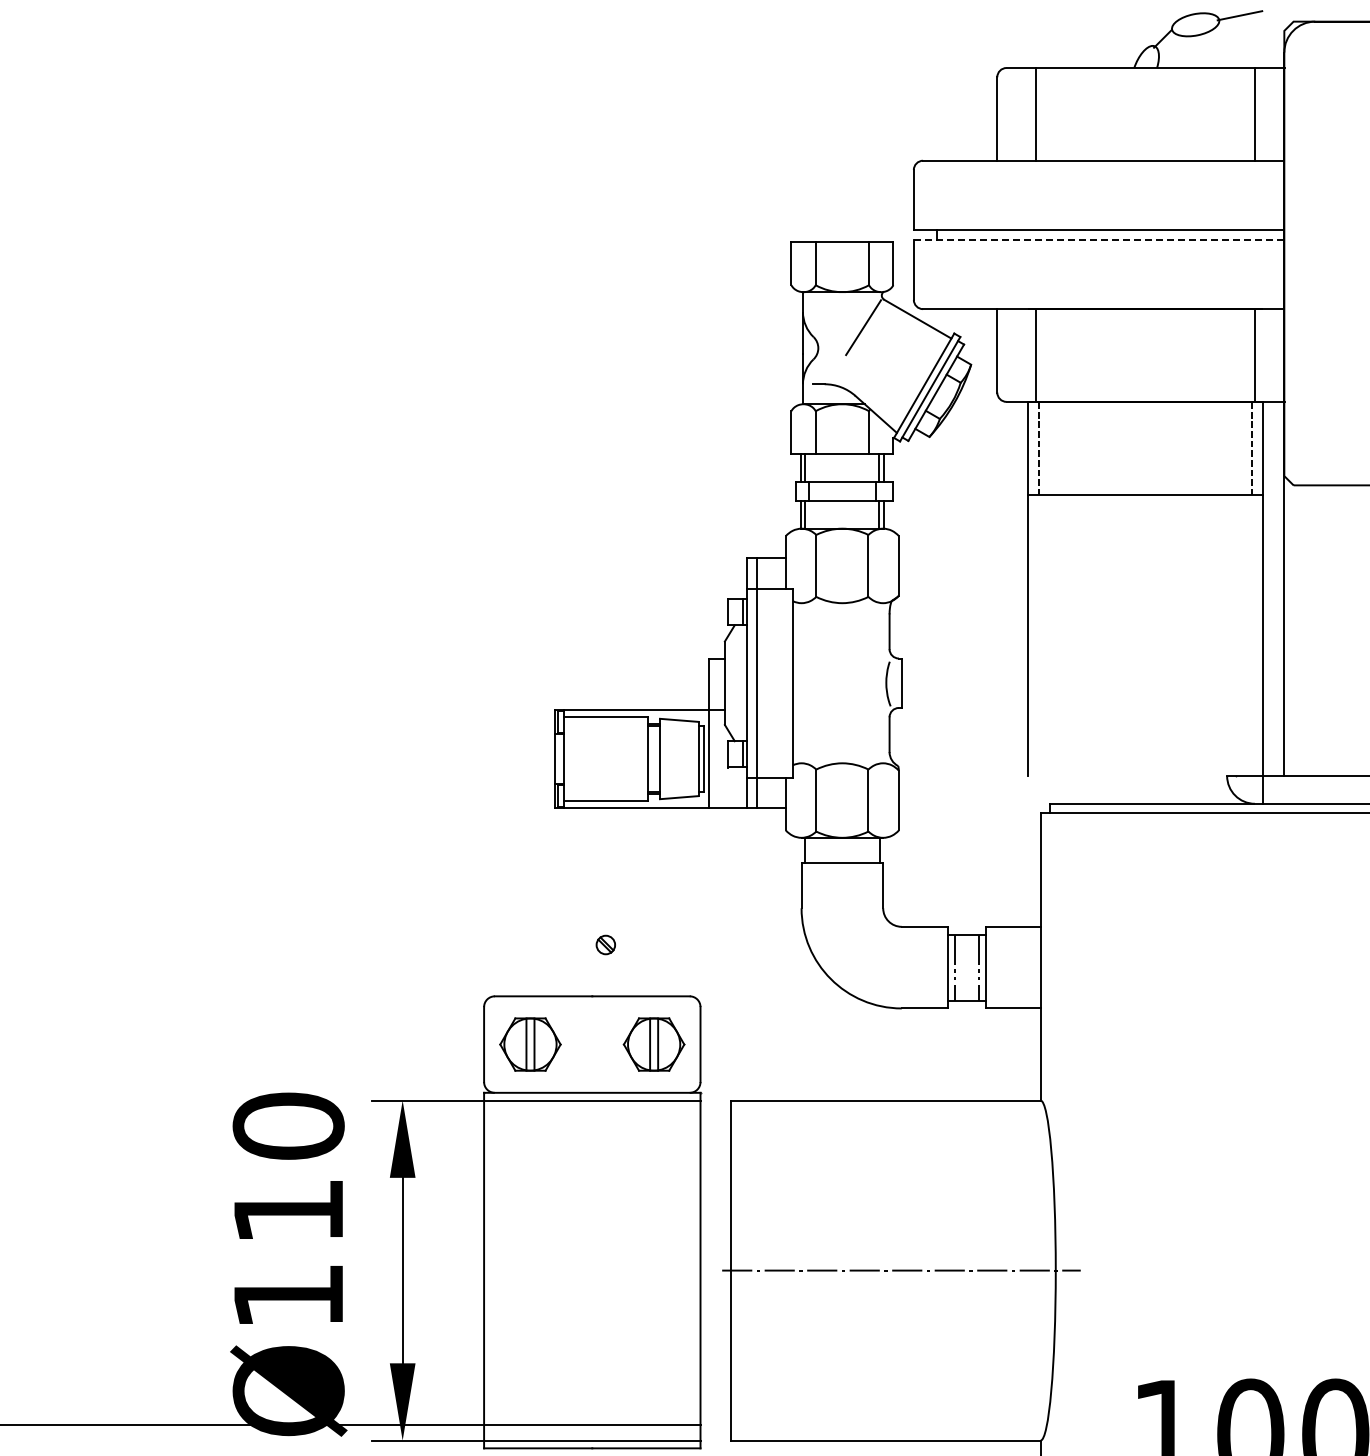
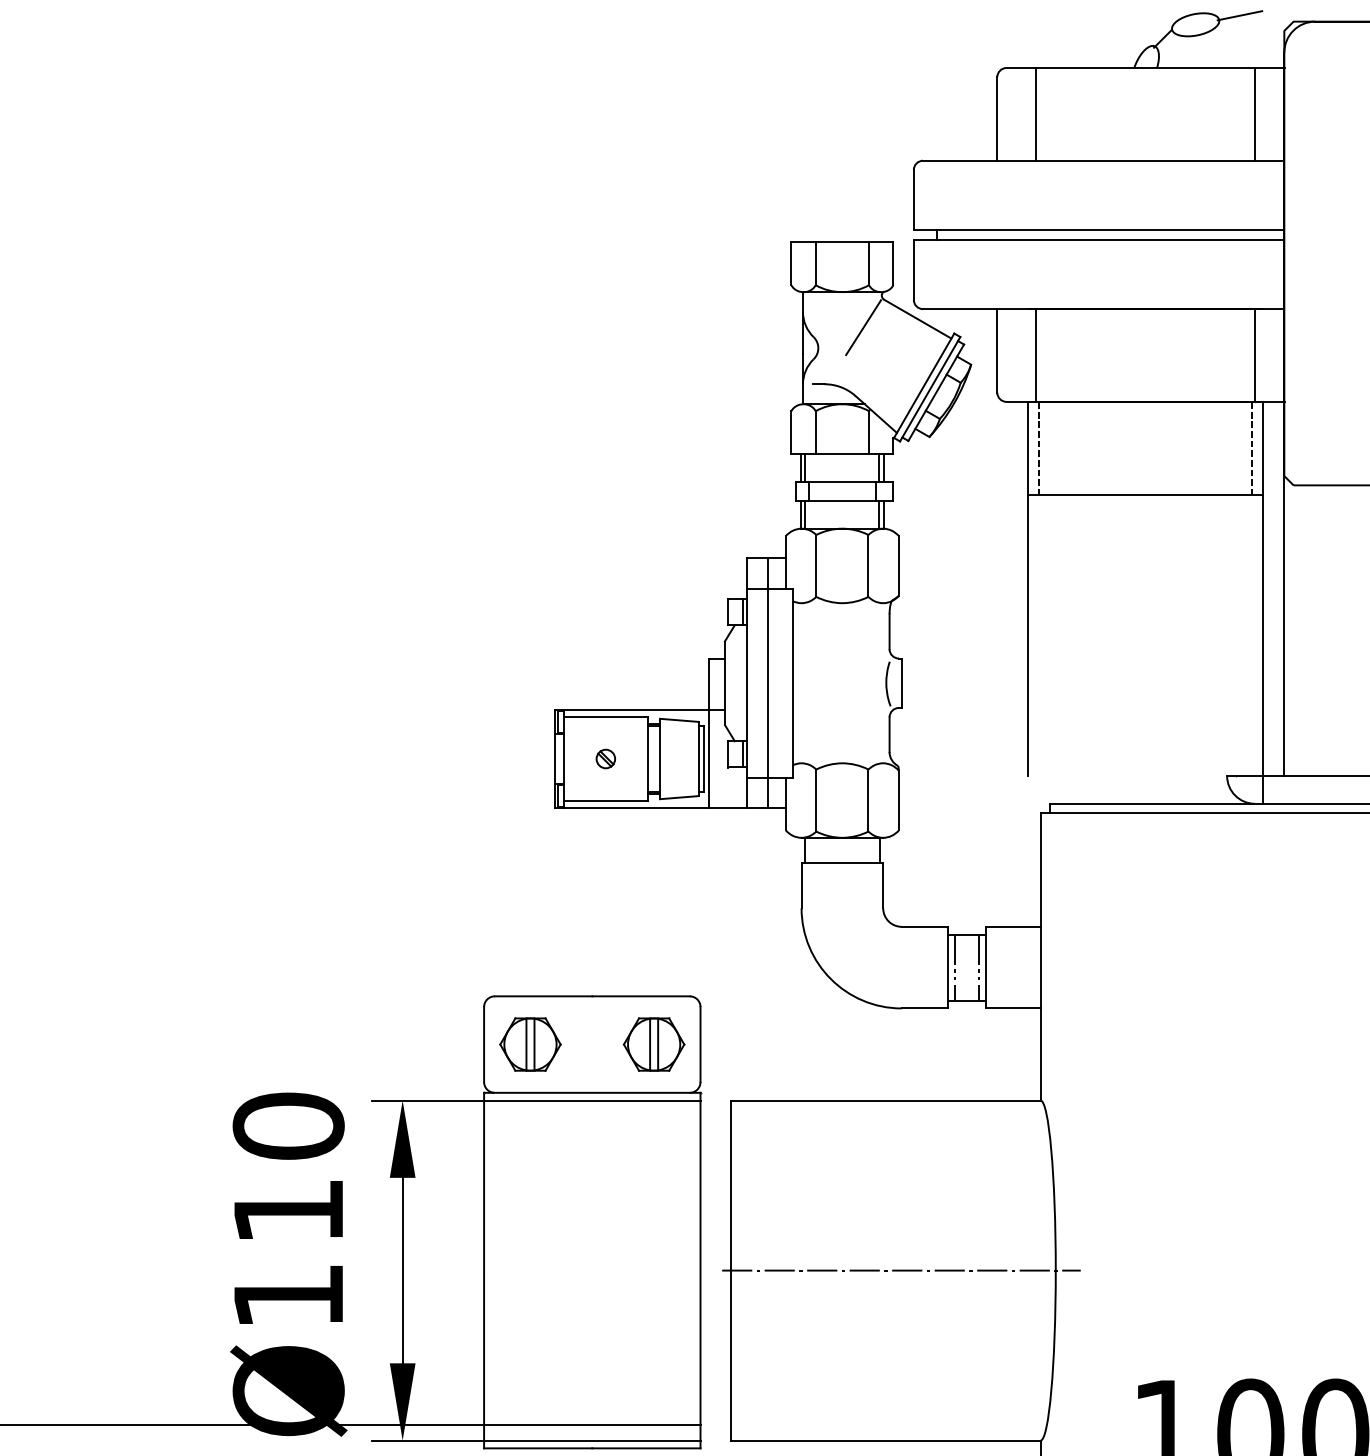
line at (1099, 240): dashed -> solid
line at (757, 683) position: (757, 683) -> (768, 683)
part at (605, 944) position: (605, 944) -> (605, 758)
